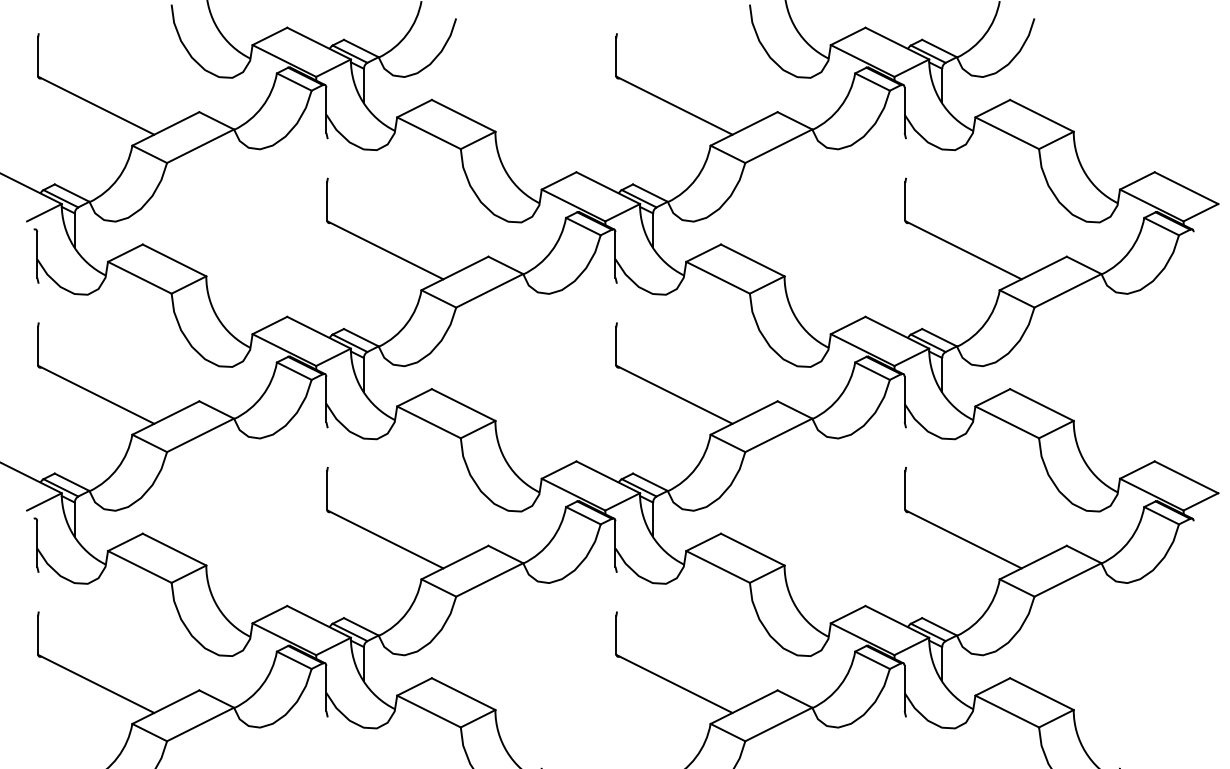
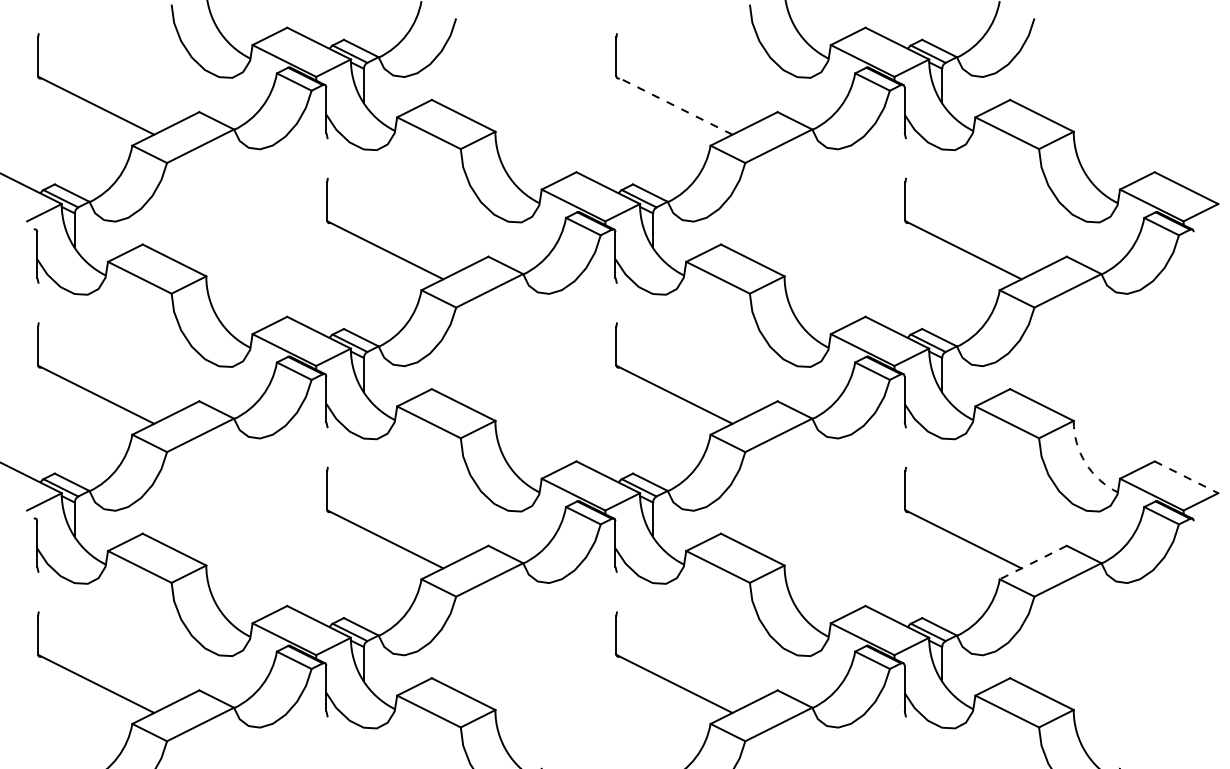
line at (674, 105): solid -> dashed
arc at (1085, 463): solid -> dashed
line at (1186, 477): solid -> dashed
line at (1032, 562): solid -> dashed
